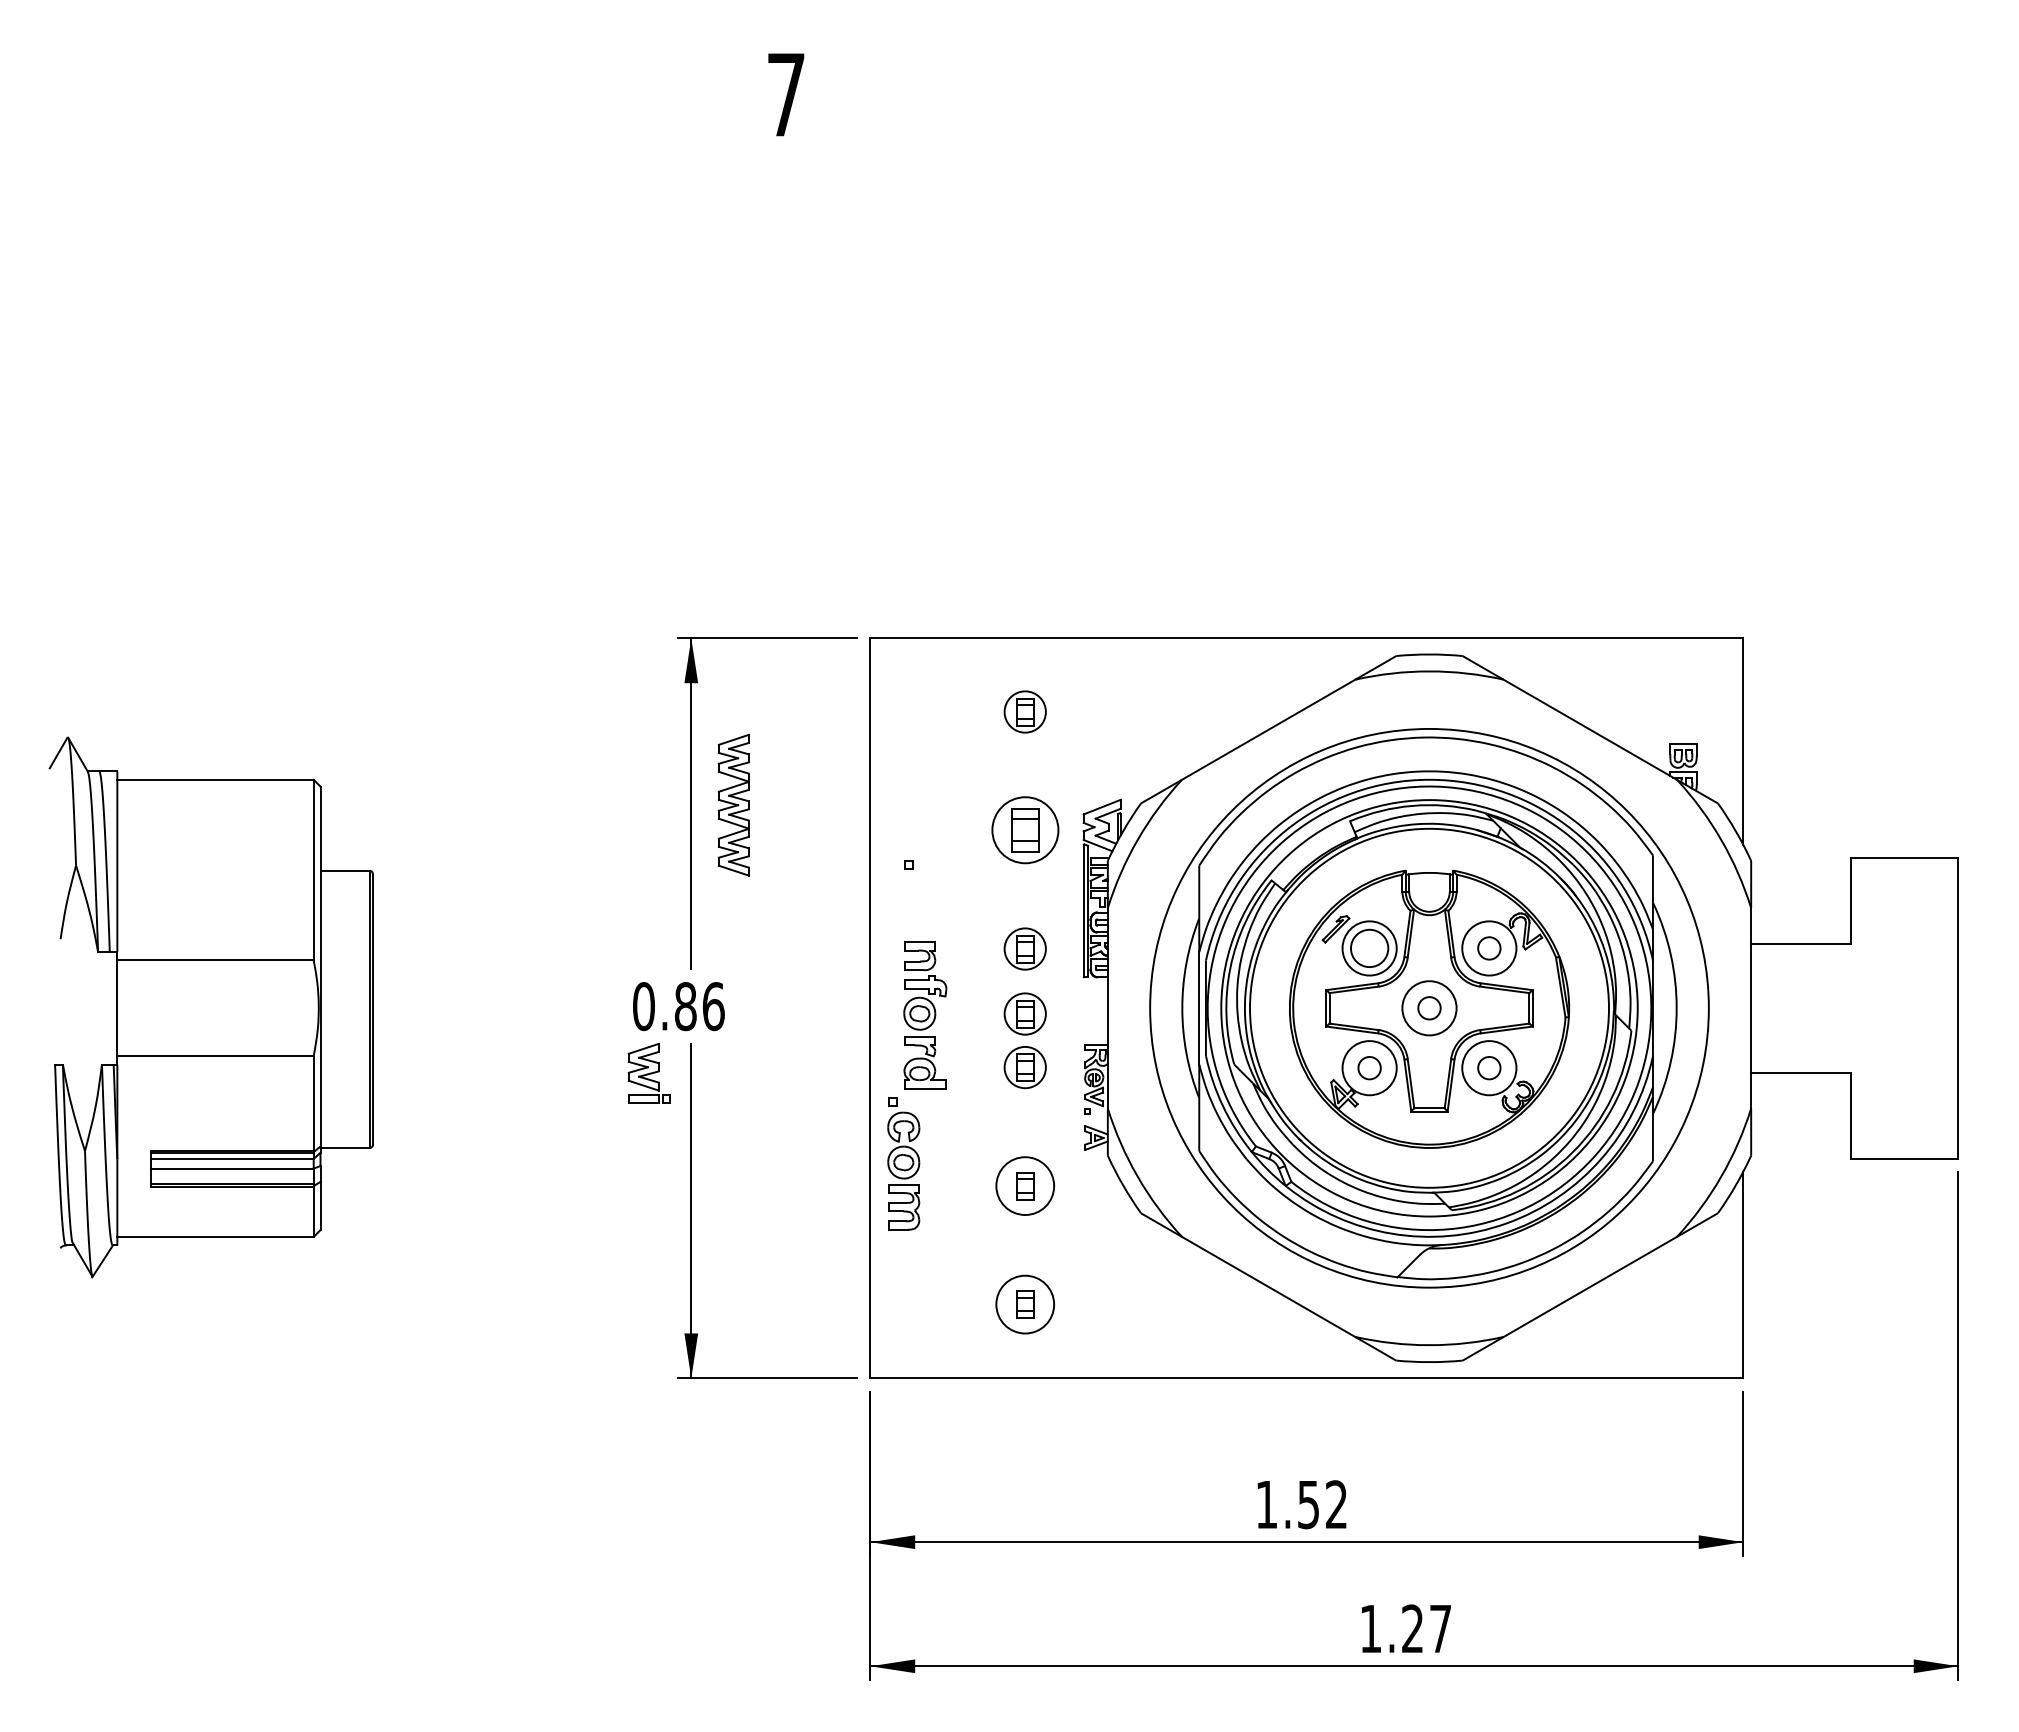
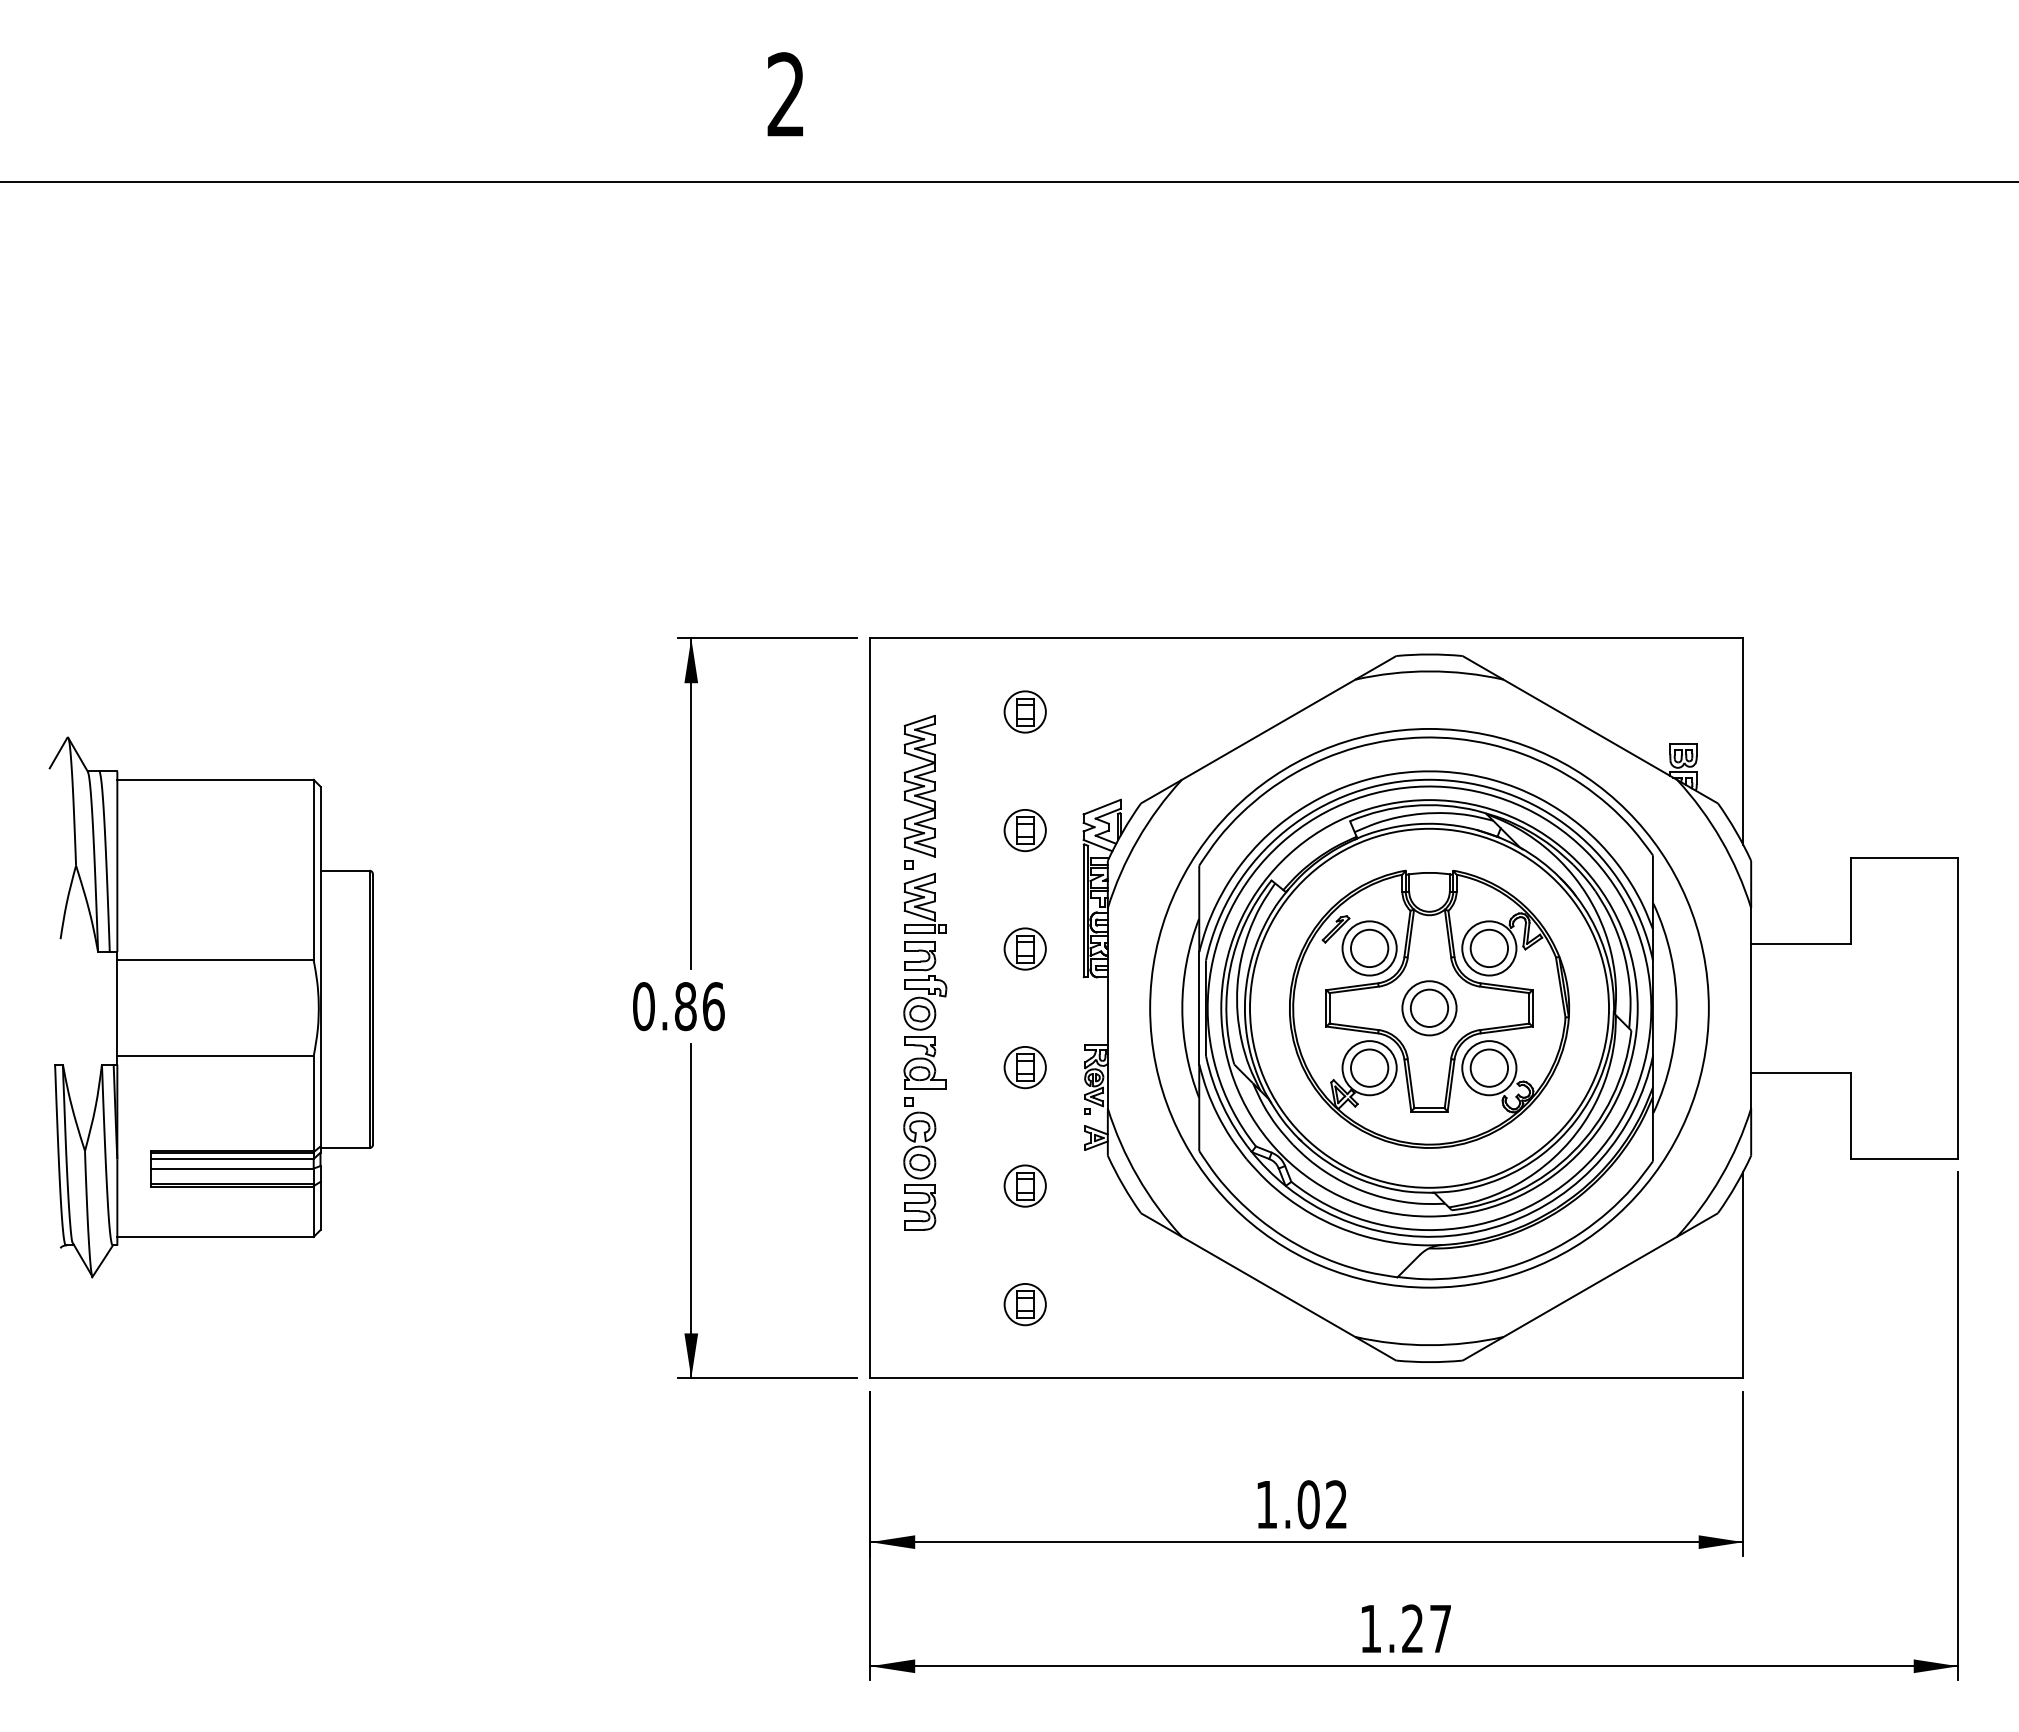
text at (785, 94): 7 -> 2
line at (1008, 181): none -> present
part at (733, 804) position: (733, 804) -> (919, 785)
part at (1025, 830) size: 69x69 px -> 44x44 px
circle at (1489, 948) diameter: 22 px -> 37 px
circle at (1429, 1008) diameter: 22 px -> 37 px
part at (1024, 1013): present -> none
circle at (1369, 1067) diameter: 22 px -> 37 px
circle at (1489, 1067) diameter: 22 px -> 37 px
part at (648, 1072) position: (648, 1072) -> (924, 902)
part at (903, 1163) position: (903, 1163) -> (919, 1163)
circle at (1025, 1185) diameter: 58 px -> 41 px
circle at (1025, 1304) diameter: 58 px -> 41 px
text at (1308, 1504): 1.52 -> 1.02
